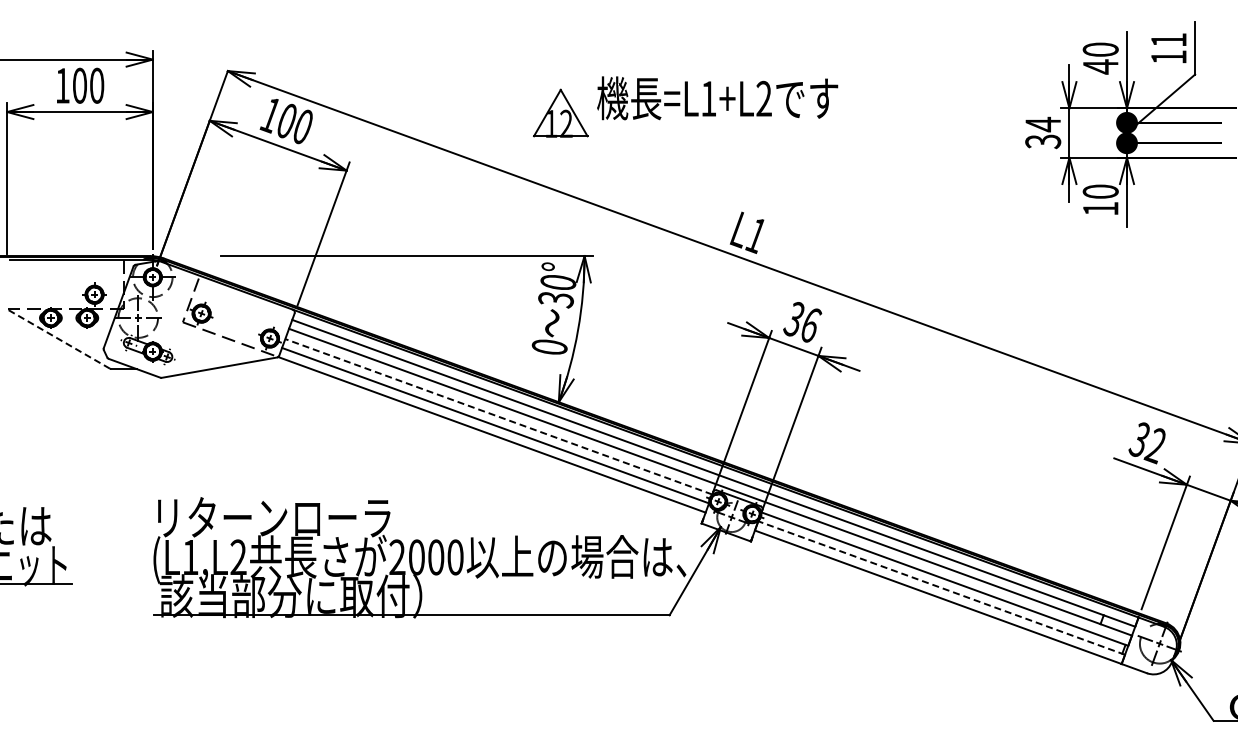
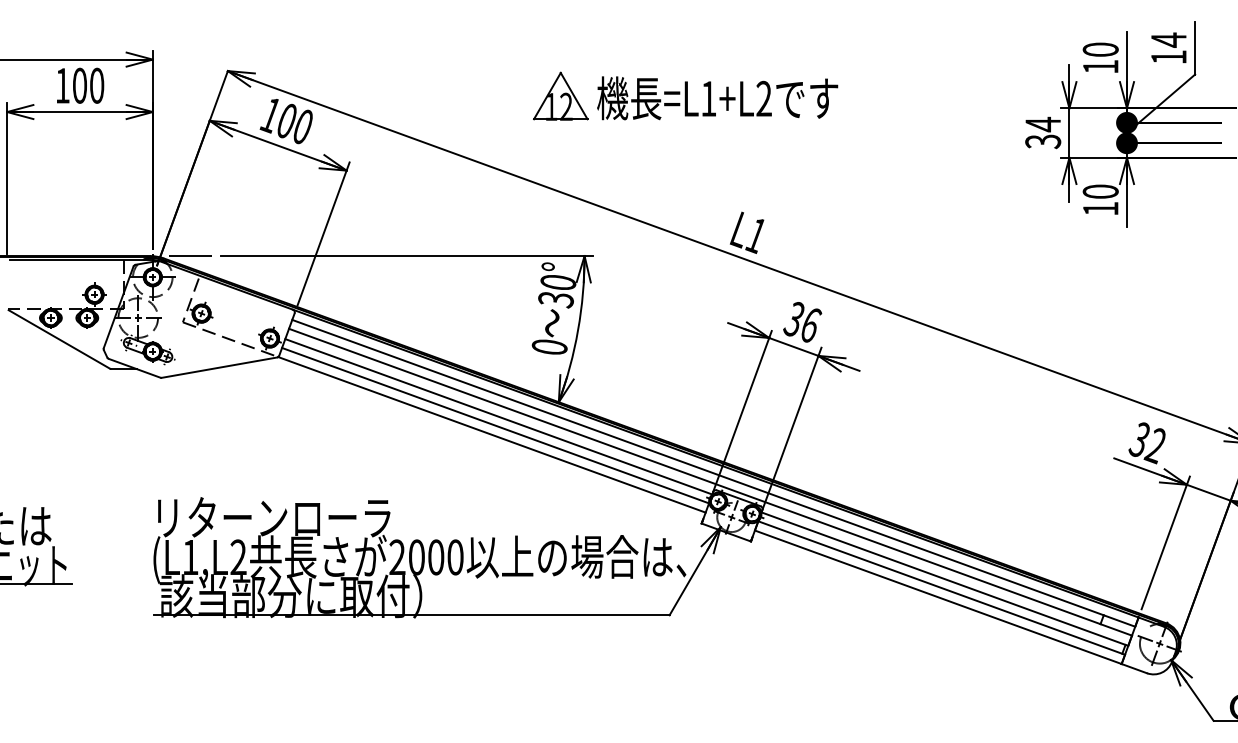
text at (1168, 39): 11 -> 14
text at (1100, 66): 40 -> 10
part at (560, 112) position: (560, 112) -> (560, 95)
line at (190, 256): none -> present
line at (59, 339): dashed -> solid
line at (498, 416): dashed -> solid
line at (941, 587): dashed -> solid
